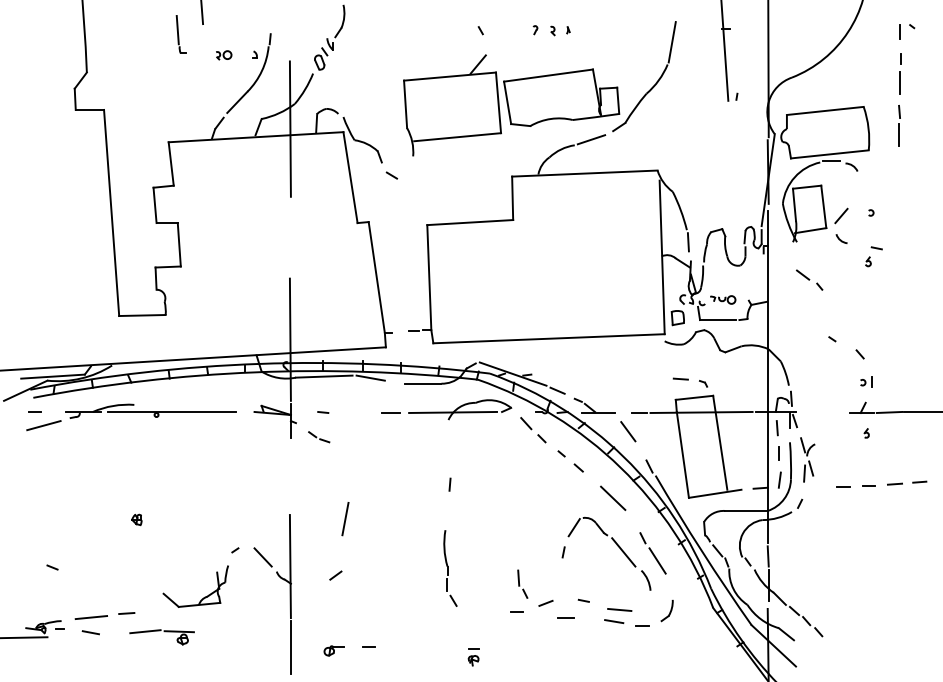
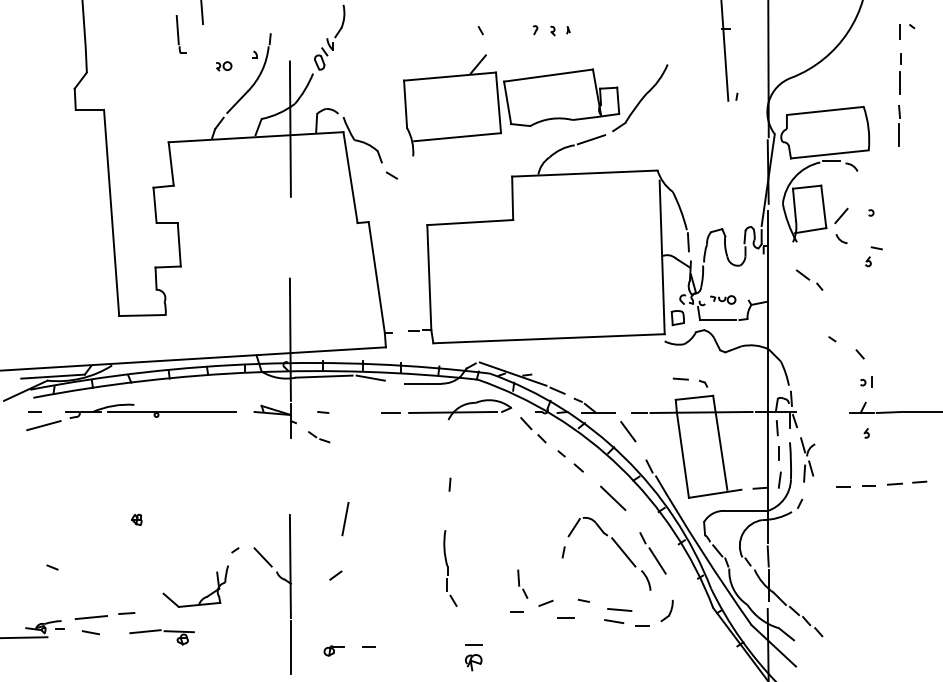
line at (671, 42): present -> none
part at (224, 55) position: (224, 55) -> (224, 66)
part at (473, 657) size: 13x19 px -> 18x28 px
